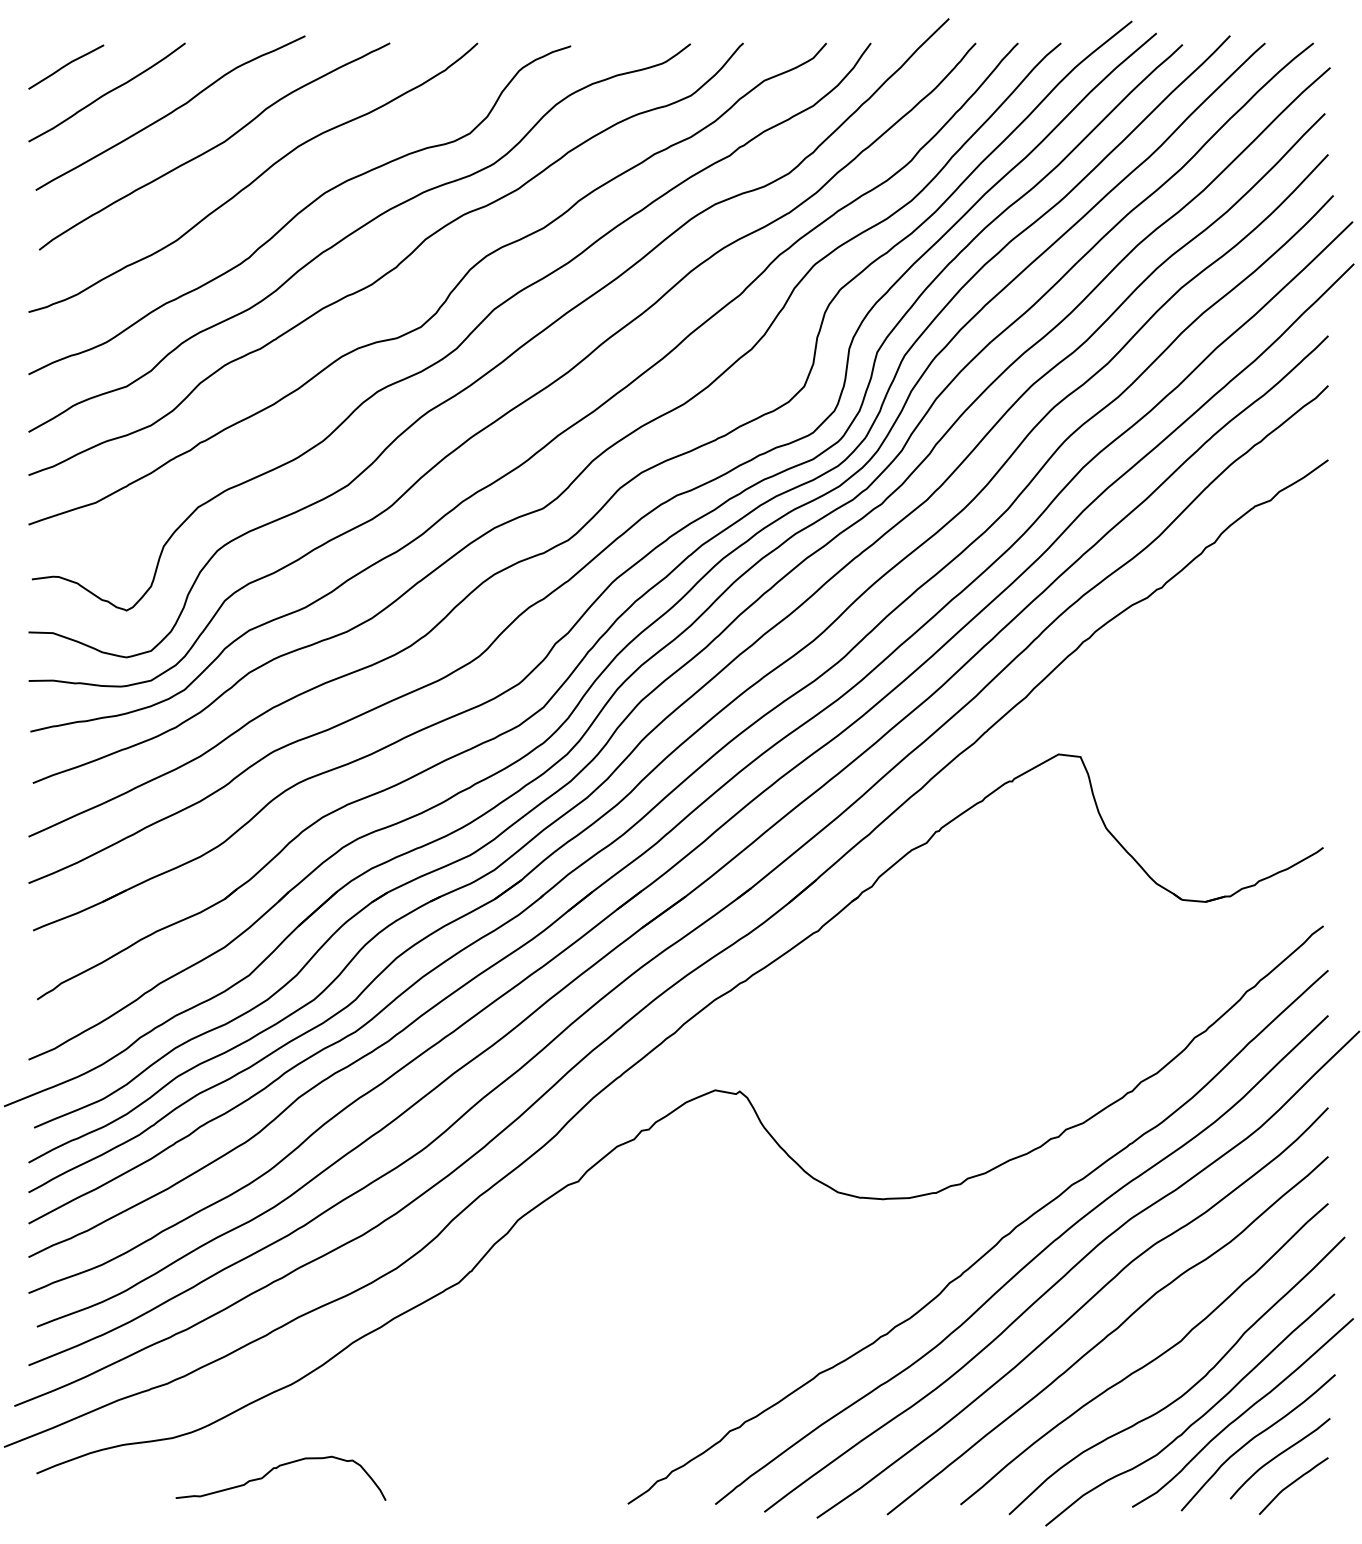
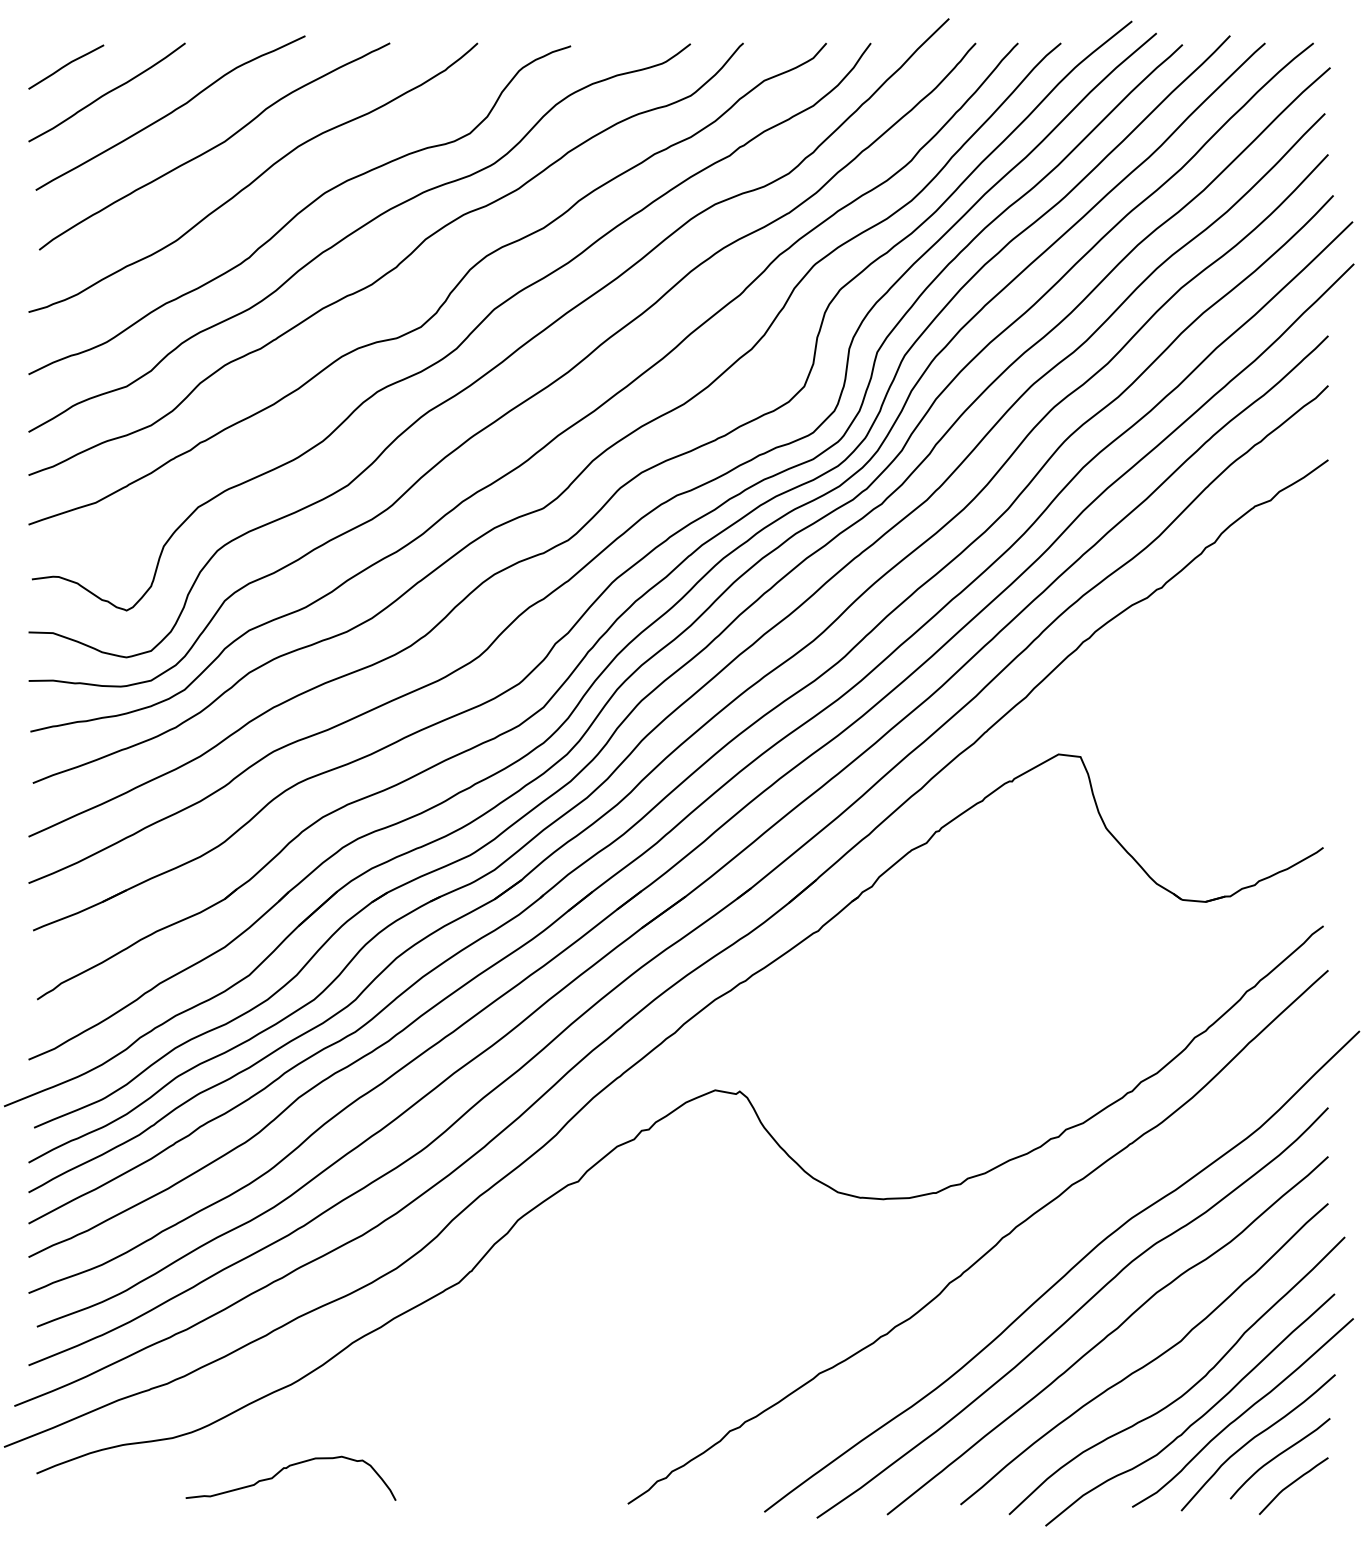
curve at (1025, 1264): present -> none
curve at (277, 1468) position: (277, 1468) -> (287, 1468)
